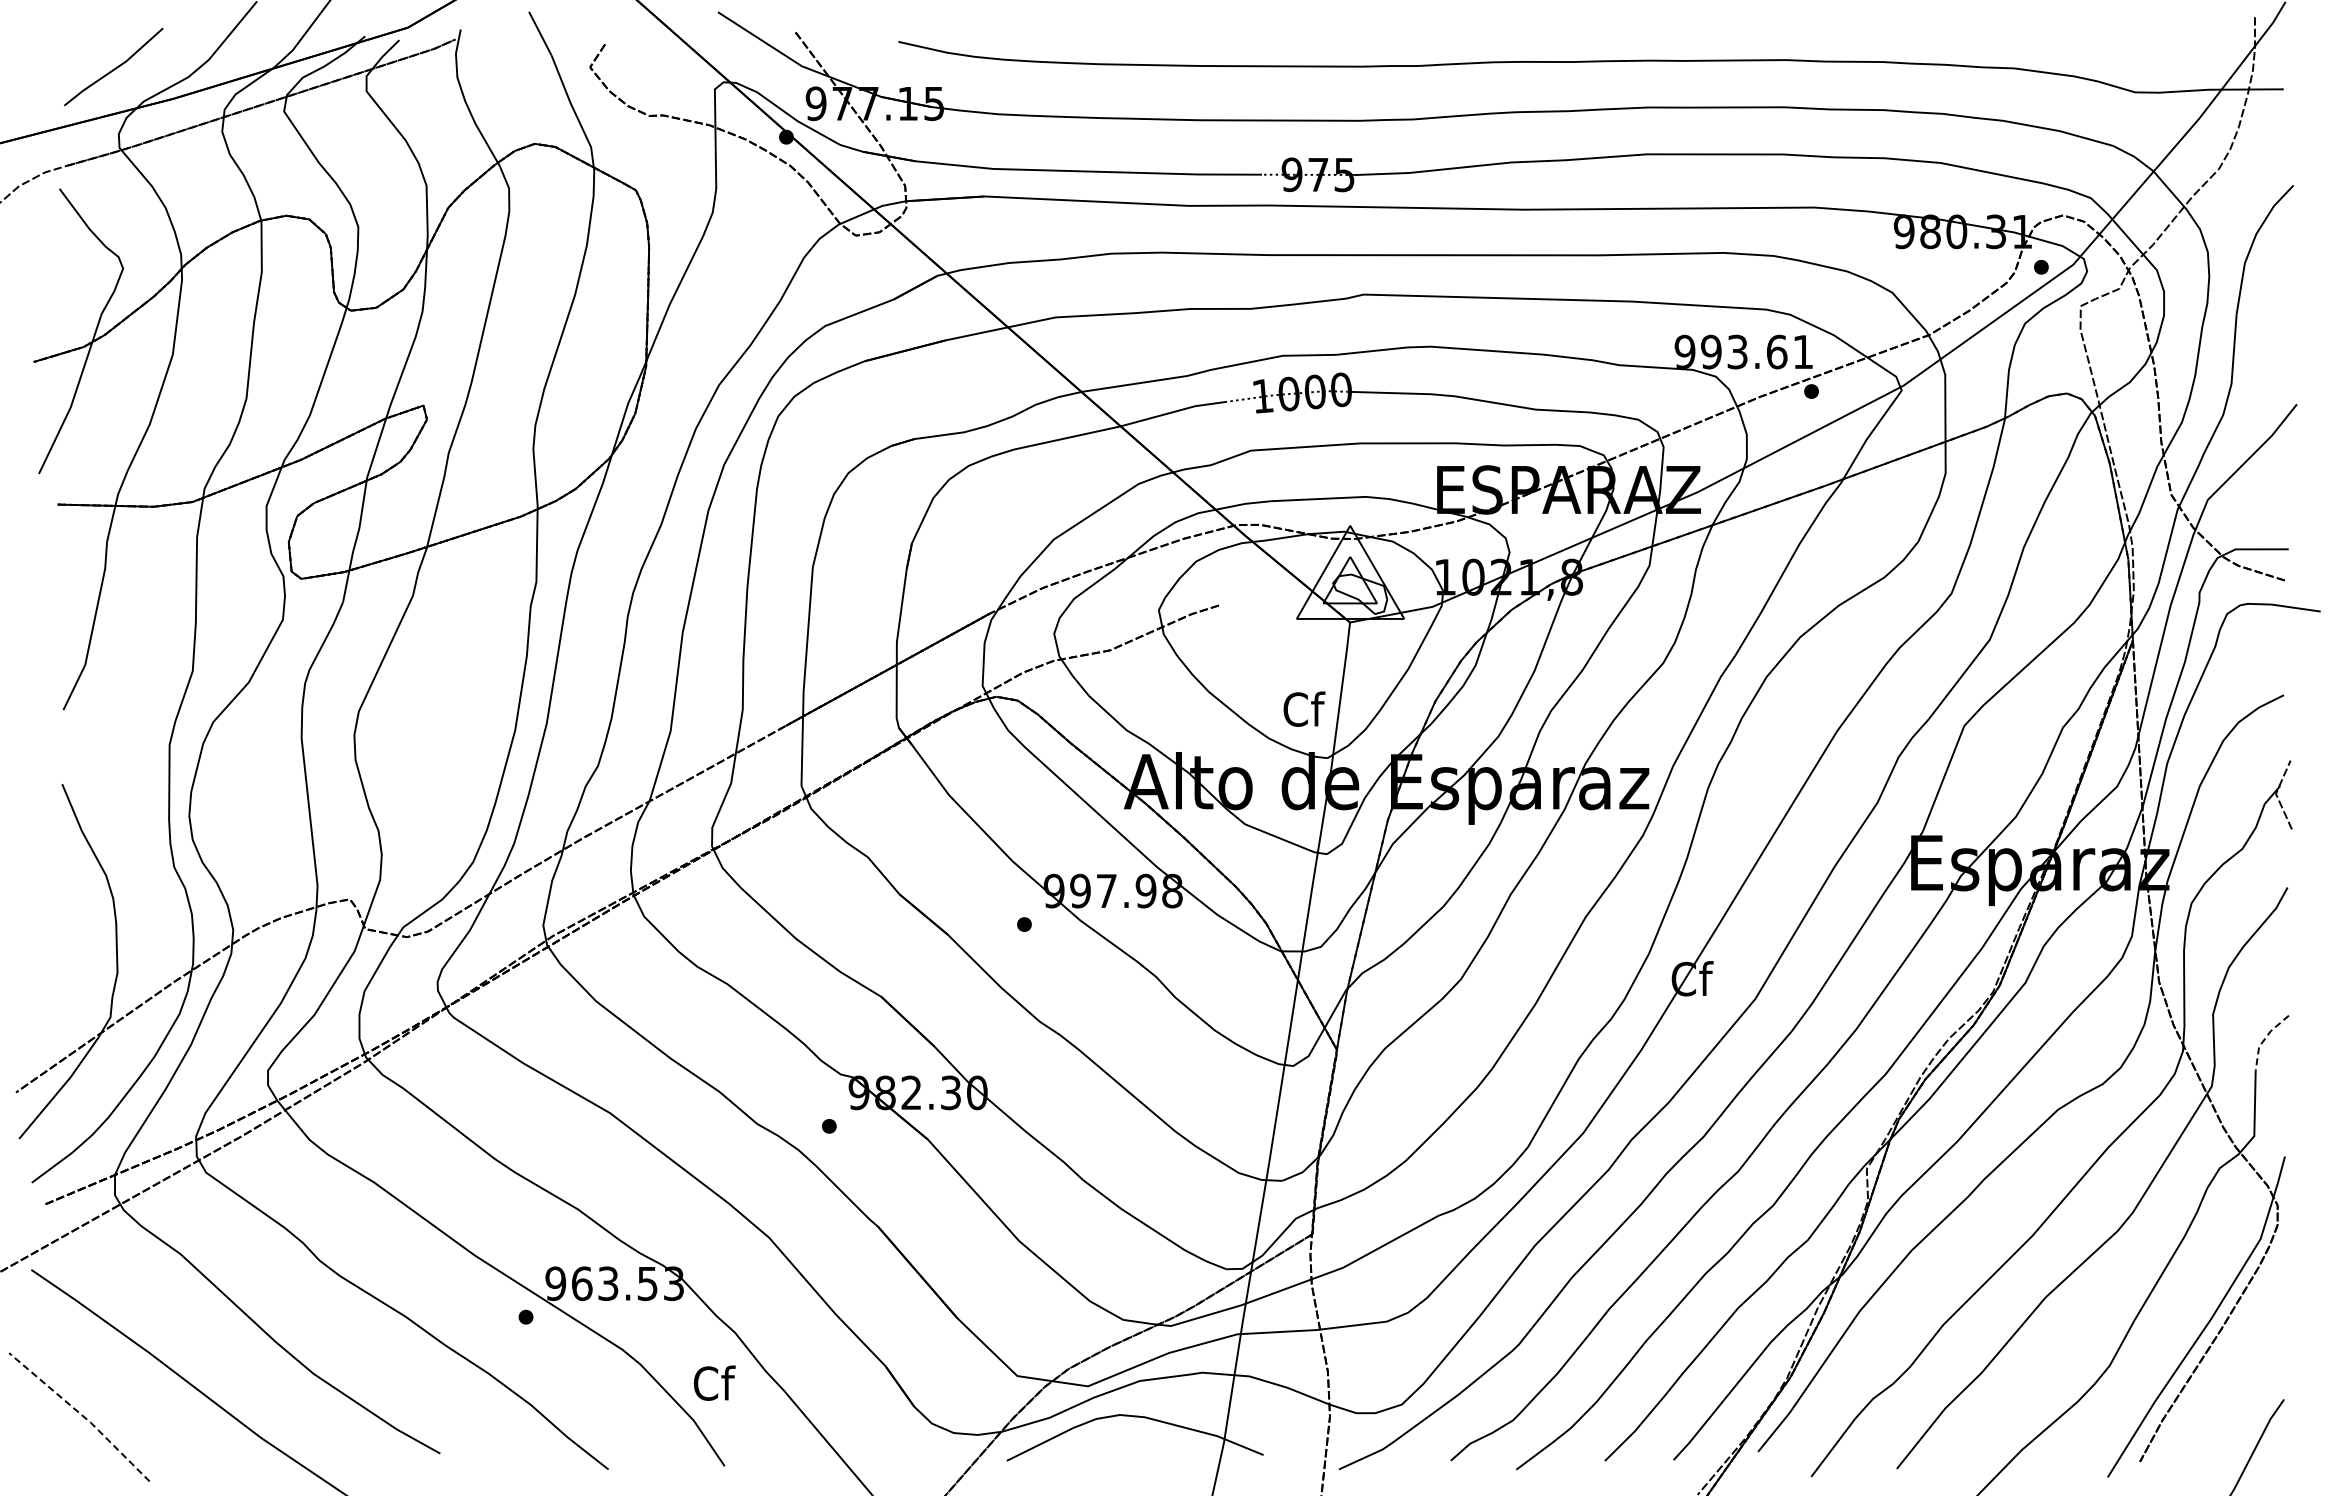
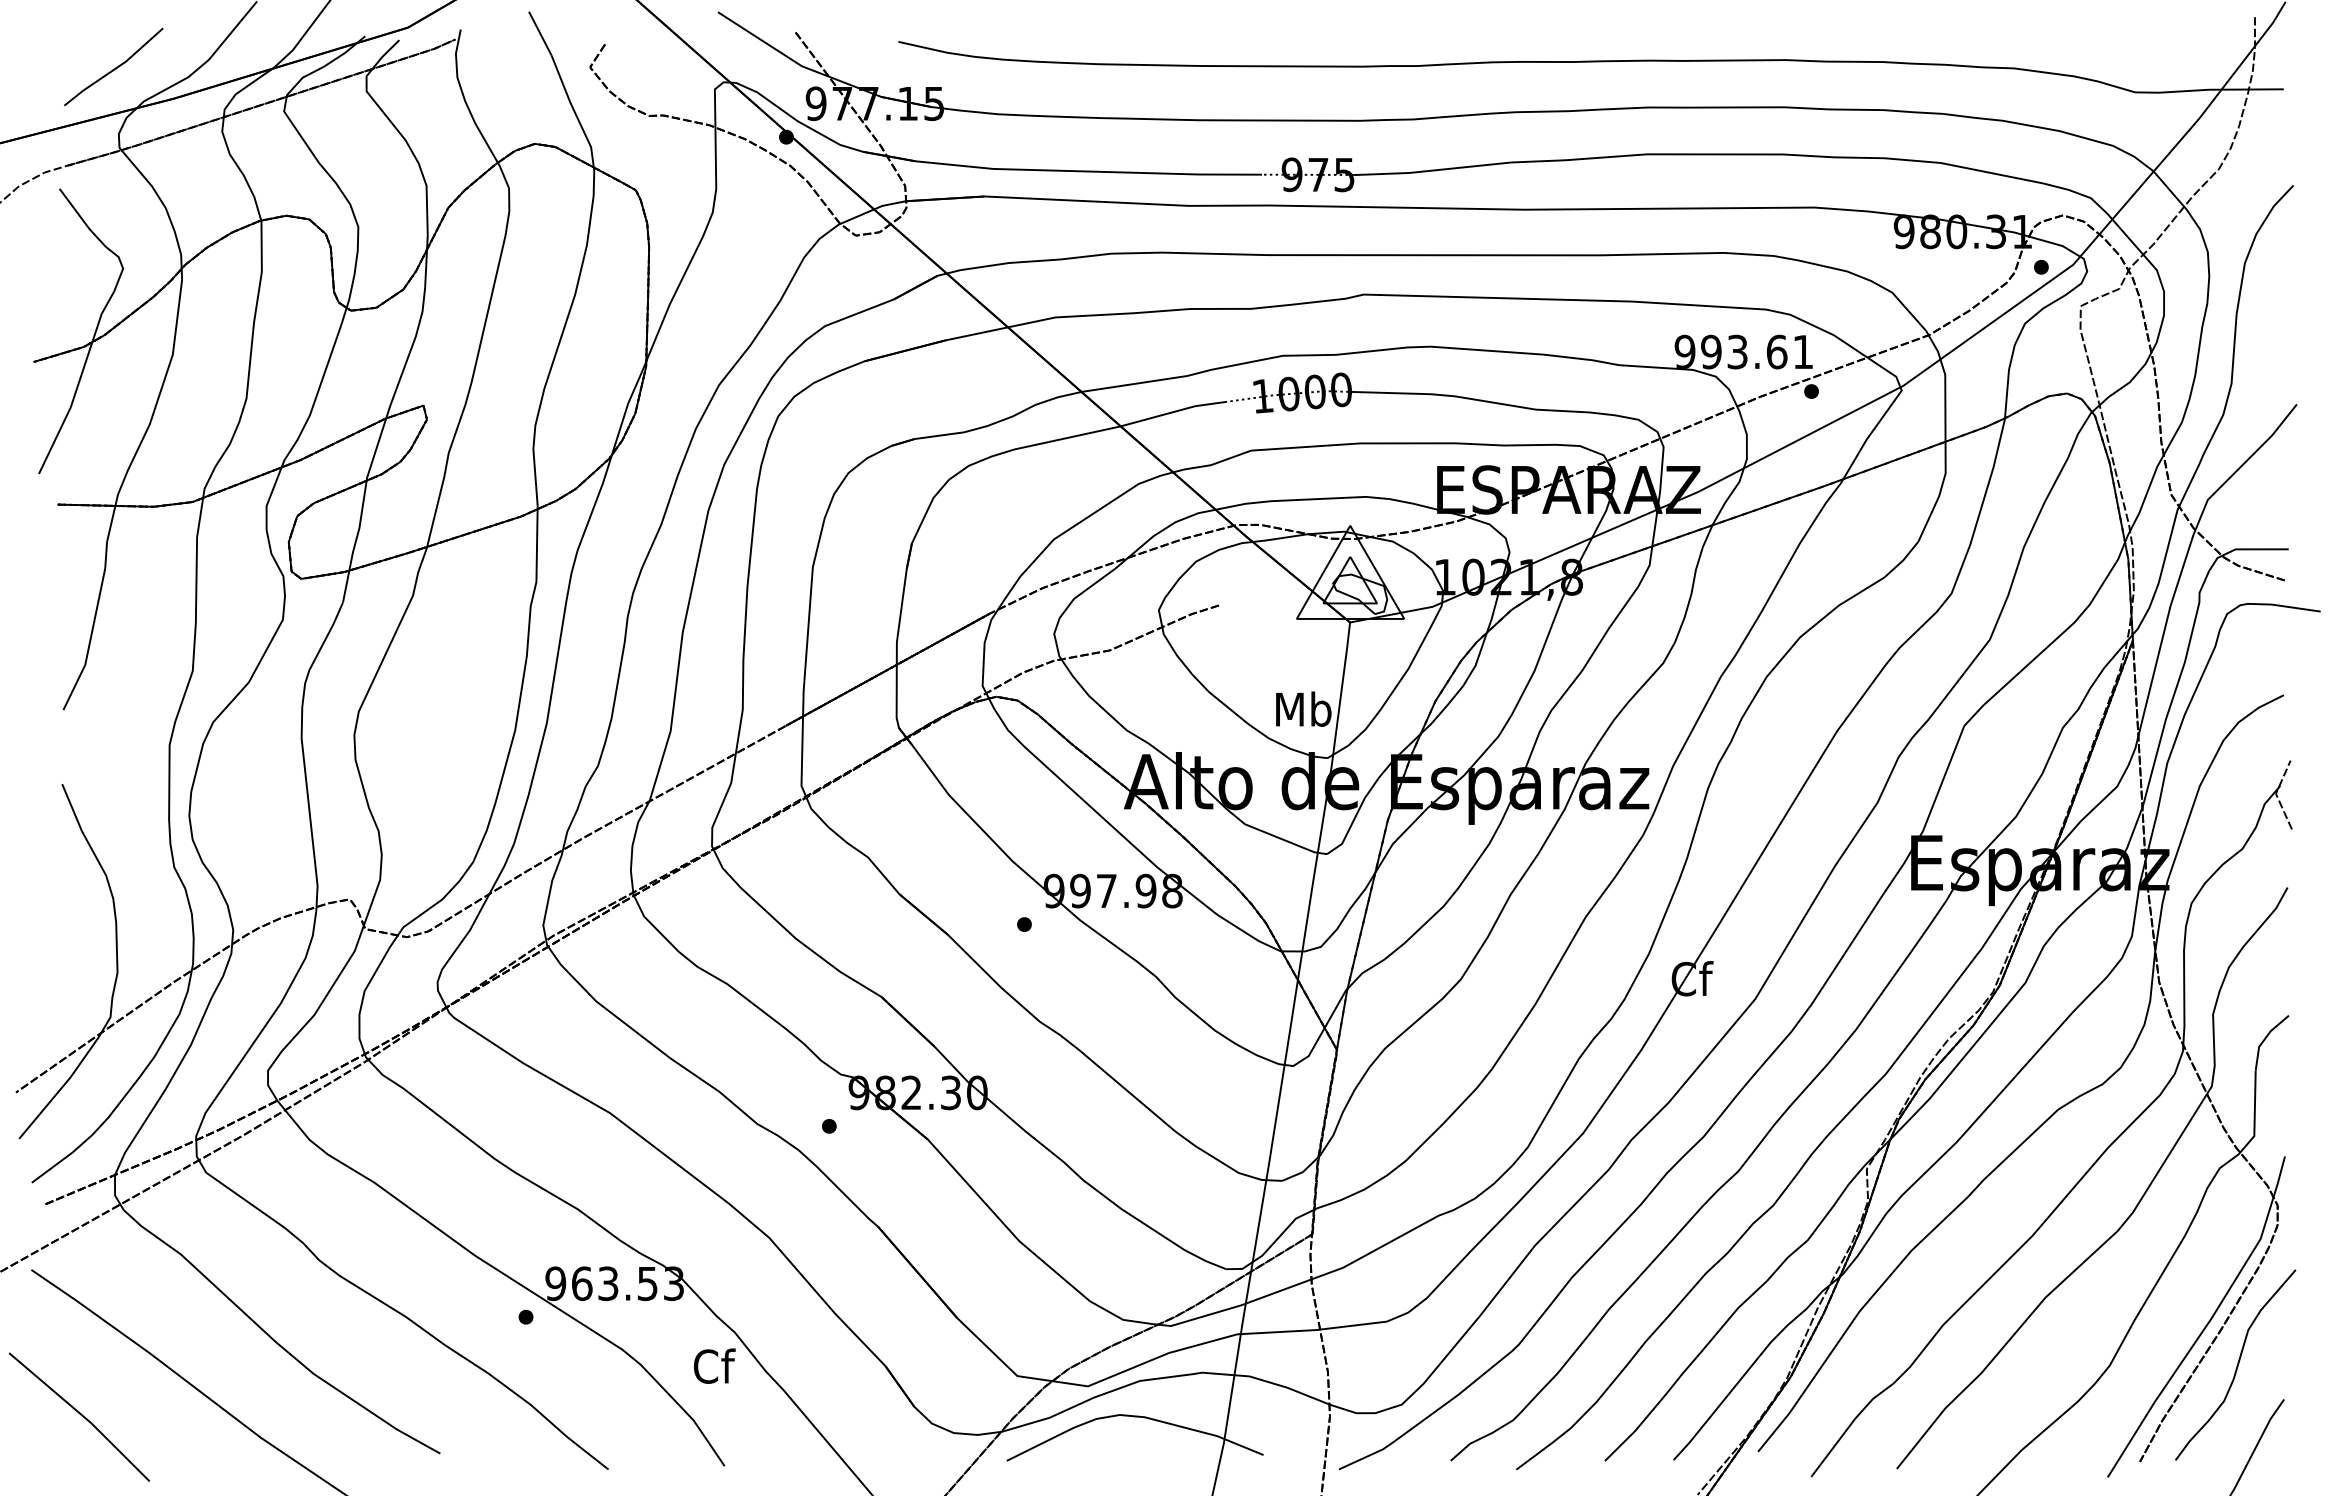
text at (1303, 708): Cf -> Mb
line at (2264, 1039): dashed -> solid
curve at (2236, 1365): none -> present
text at (714, 1382) position: (714, 1382) -> (714, 1365)
line at (81, 1415): dashed -> solid
